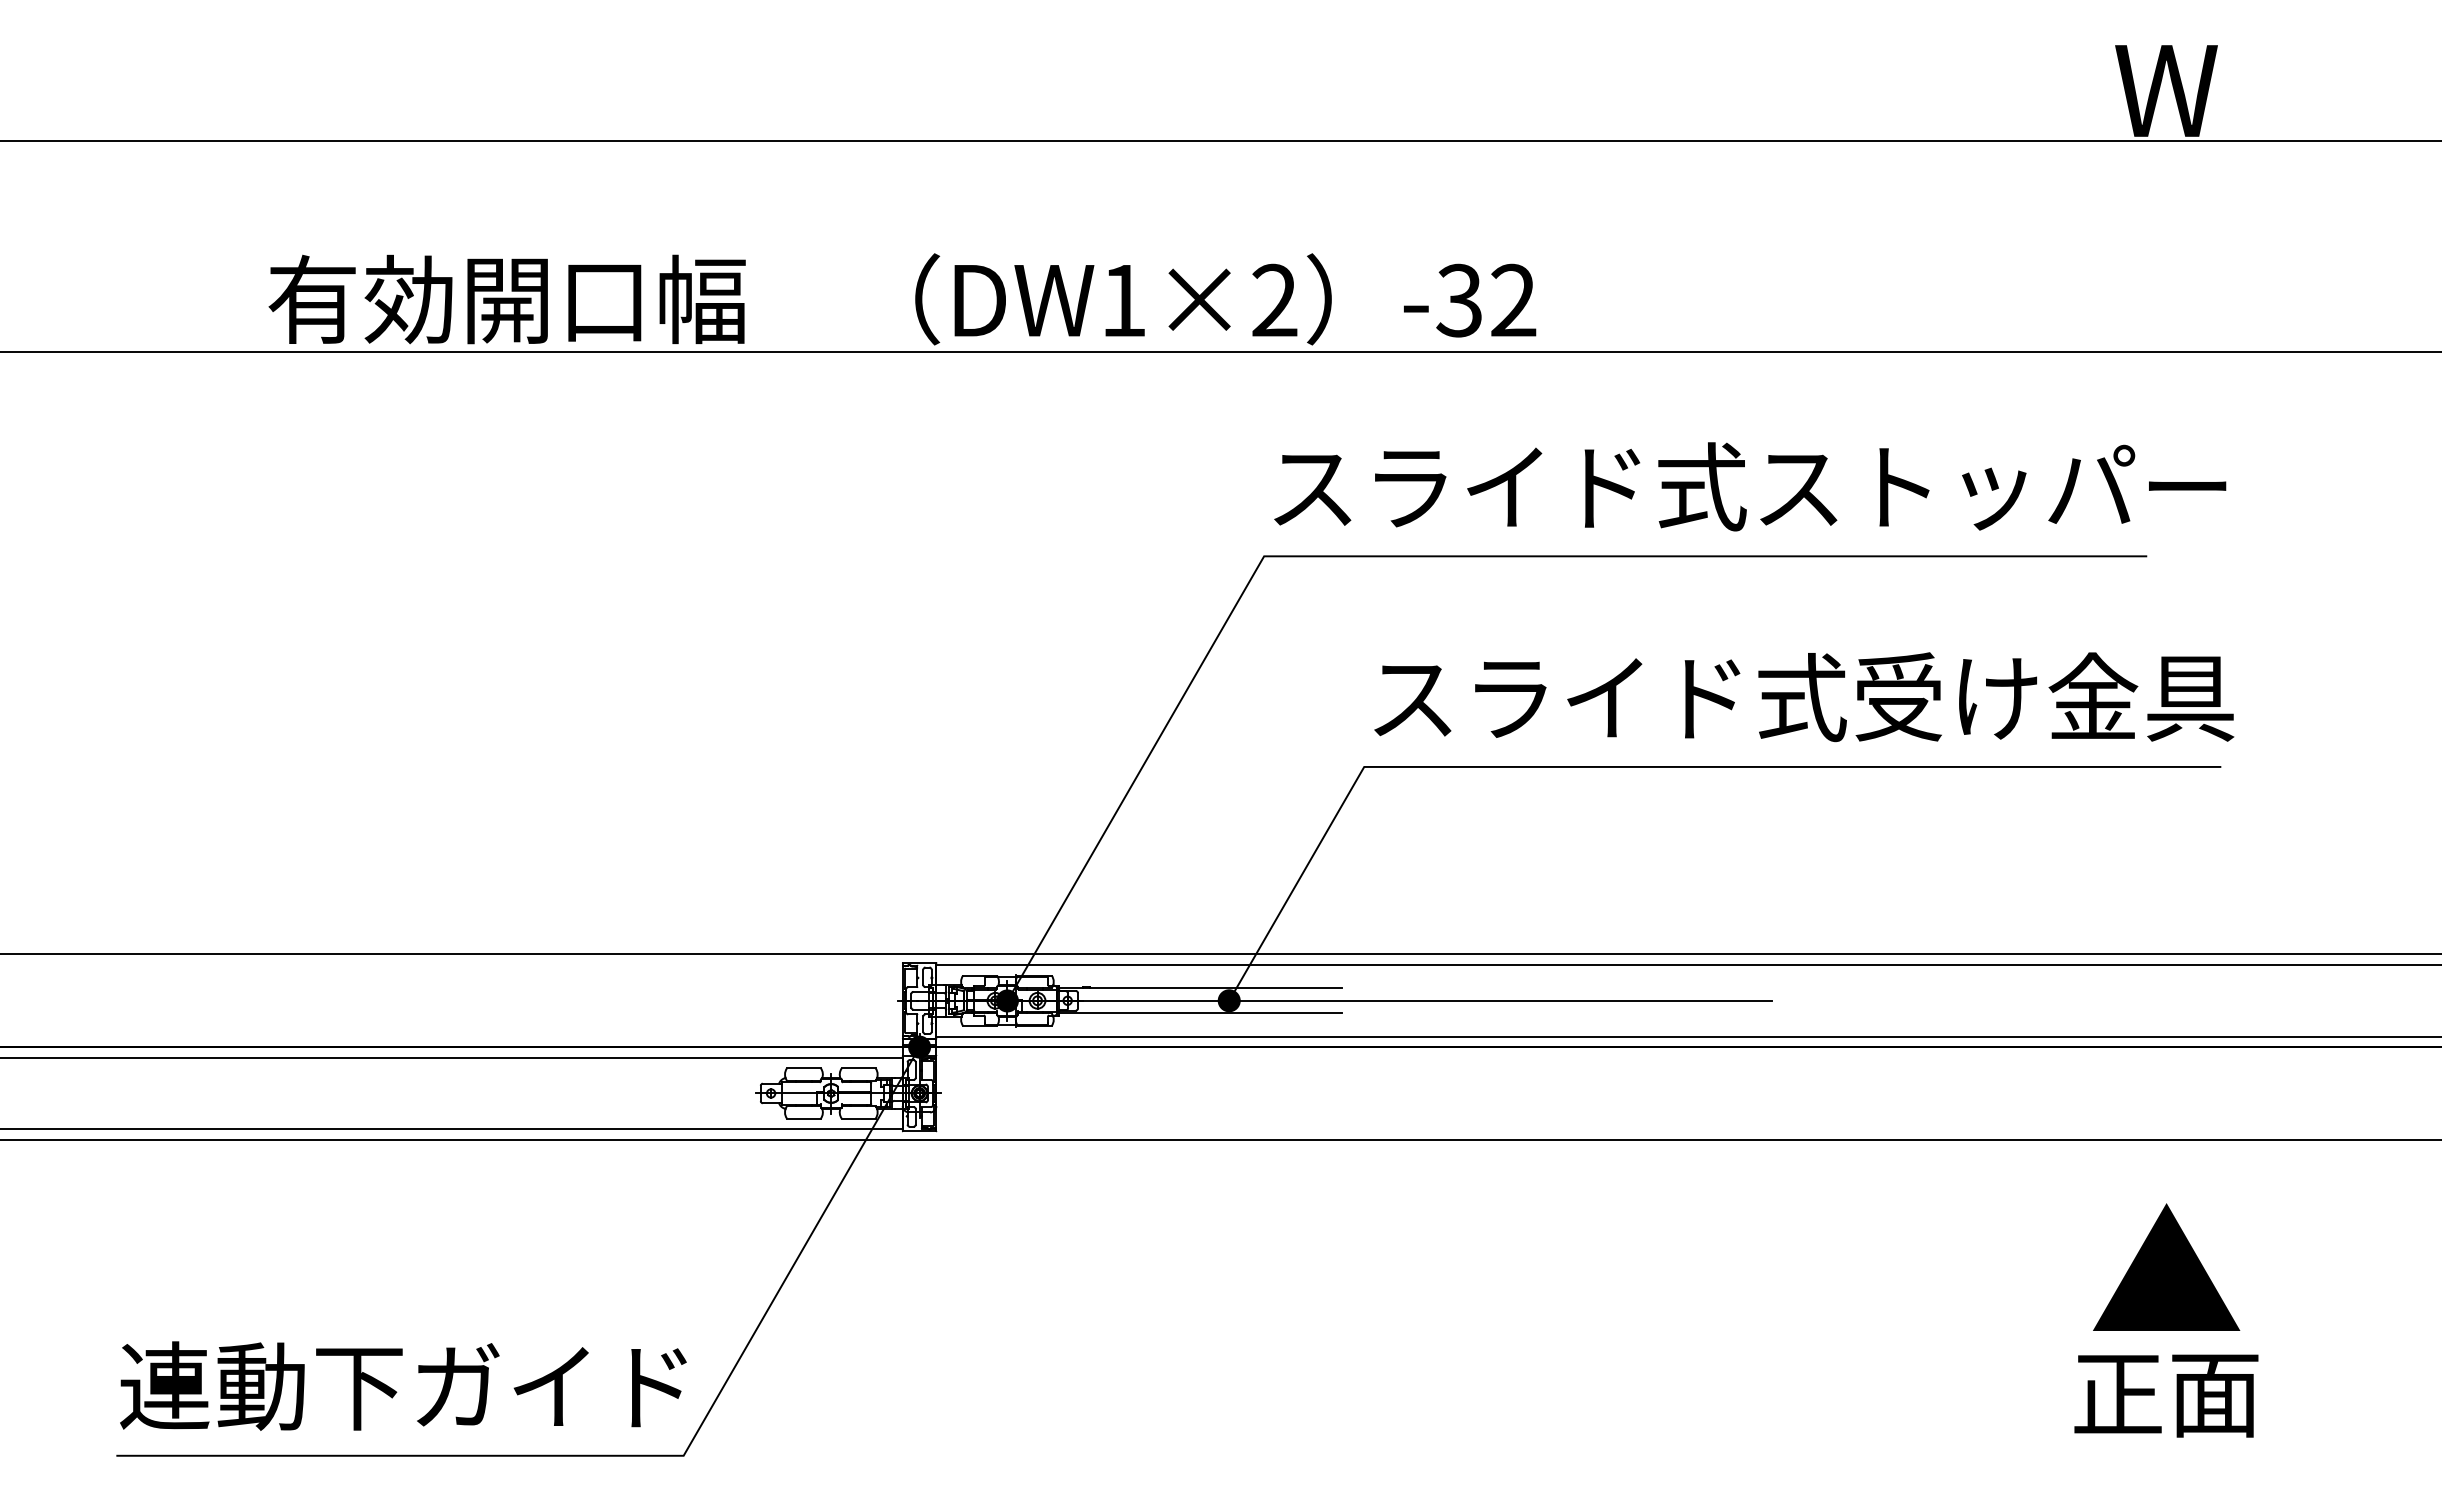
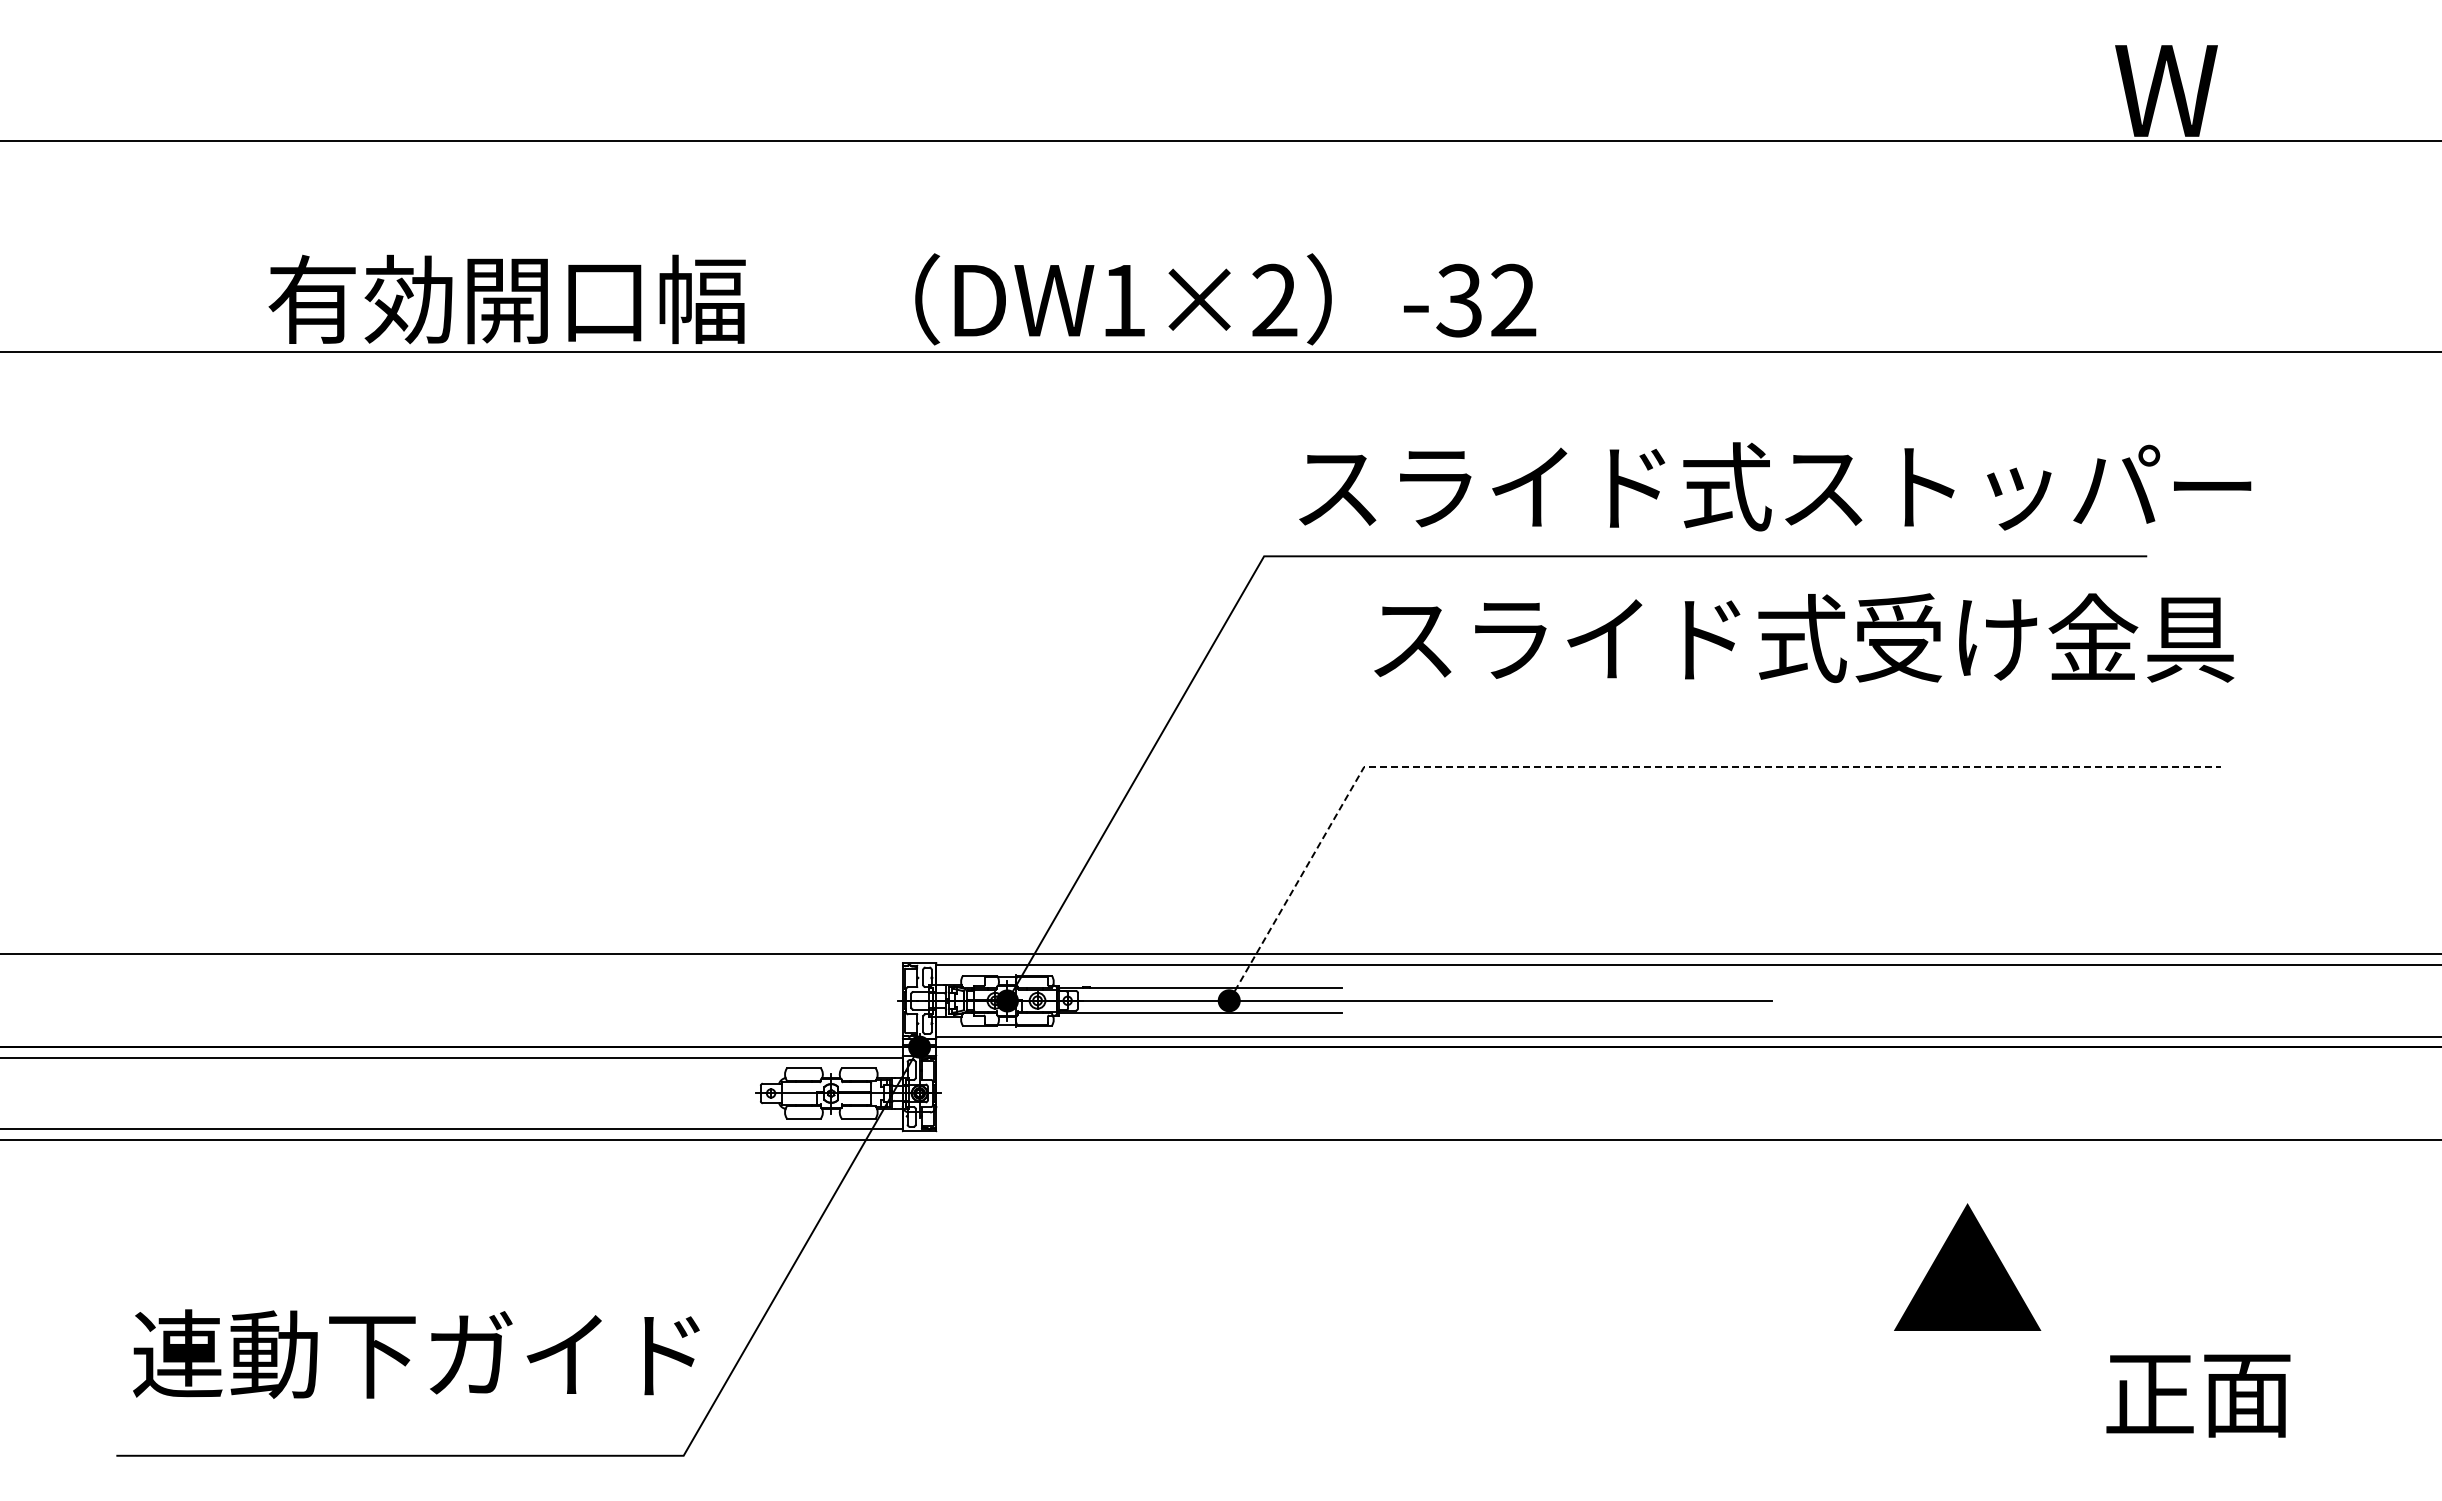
text at (1750, 486) position: (1750, 486) -> (1775, 486)
text at (1804, 697) position: (1804, 697) -> (1804, 638)
line at (1657, 766): solid -> dashed
part at (2166, 1266) position: (2166, 1266) -> (1967, 1266)
text at (403, 1385) position: (403, 1385) -> (416, 1353)
text at (2166, 1395) position: (2166, 1395) -> (2198, 1395)
